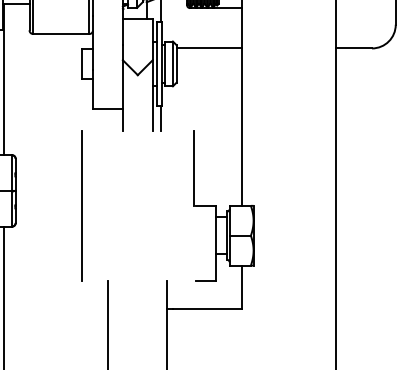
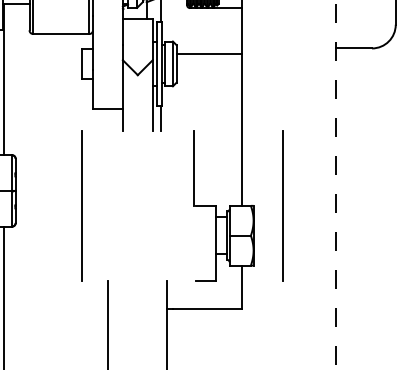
line at (208, 48) position: (208, 48) -> (208, 54)
line at (336, 185): solid -> dashed
line at (282, 205): none -> present
